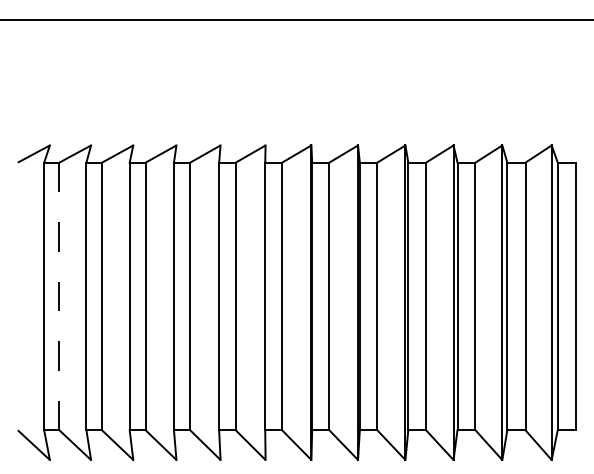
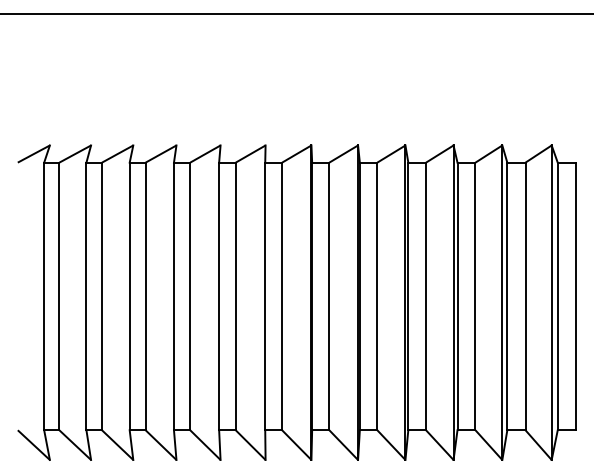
line at (296, 19) position: (296, 19) -> (296, 13)
line at (59, 296): dashed -> solid
